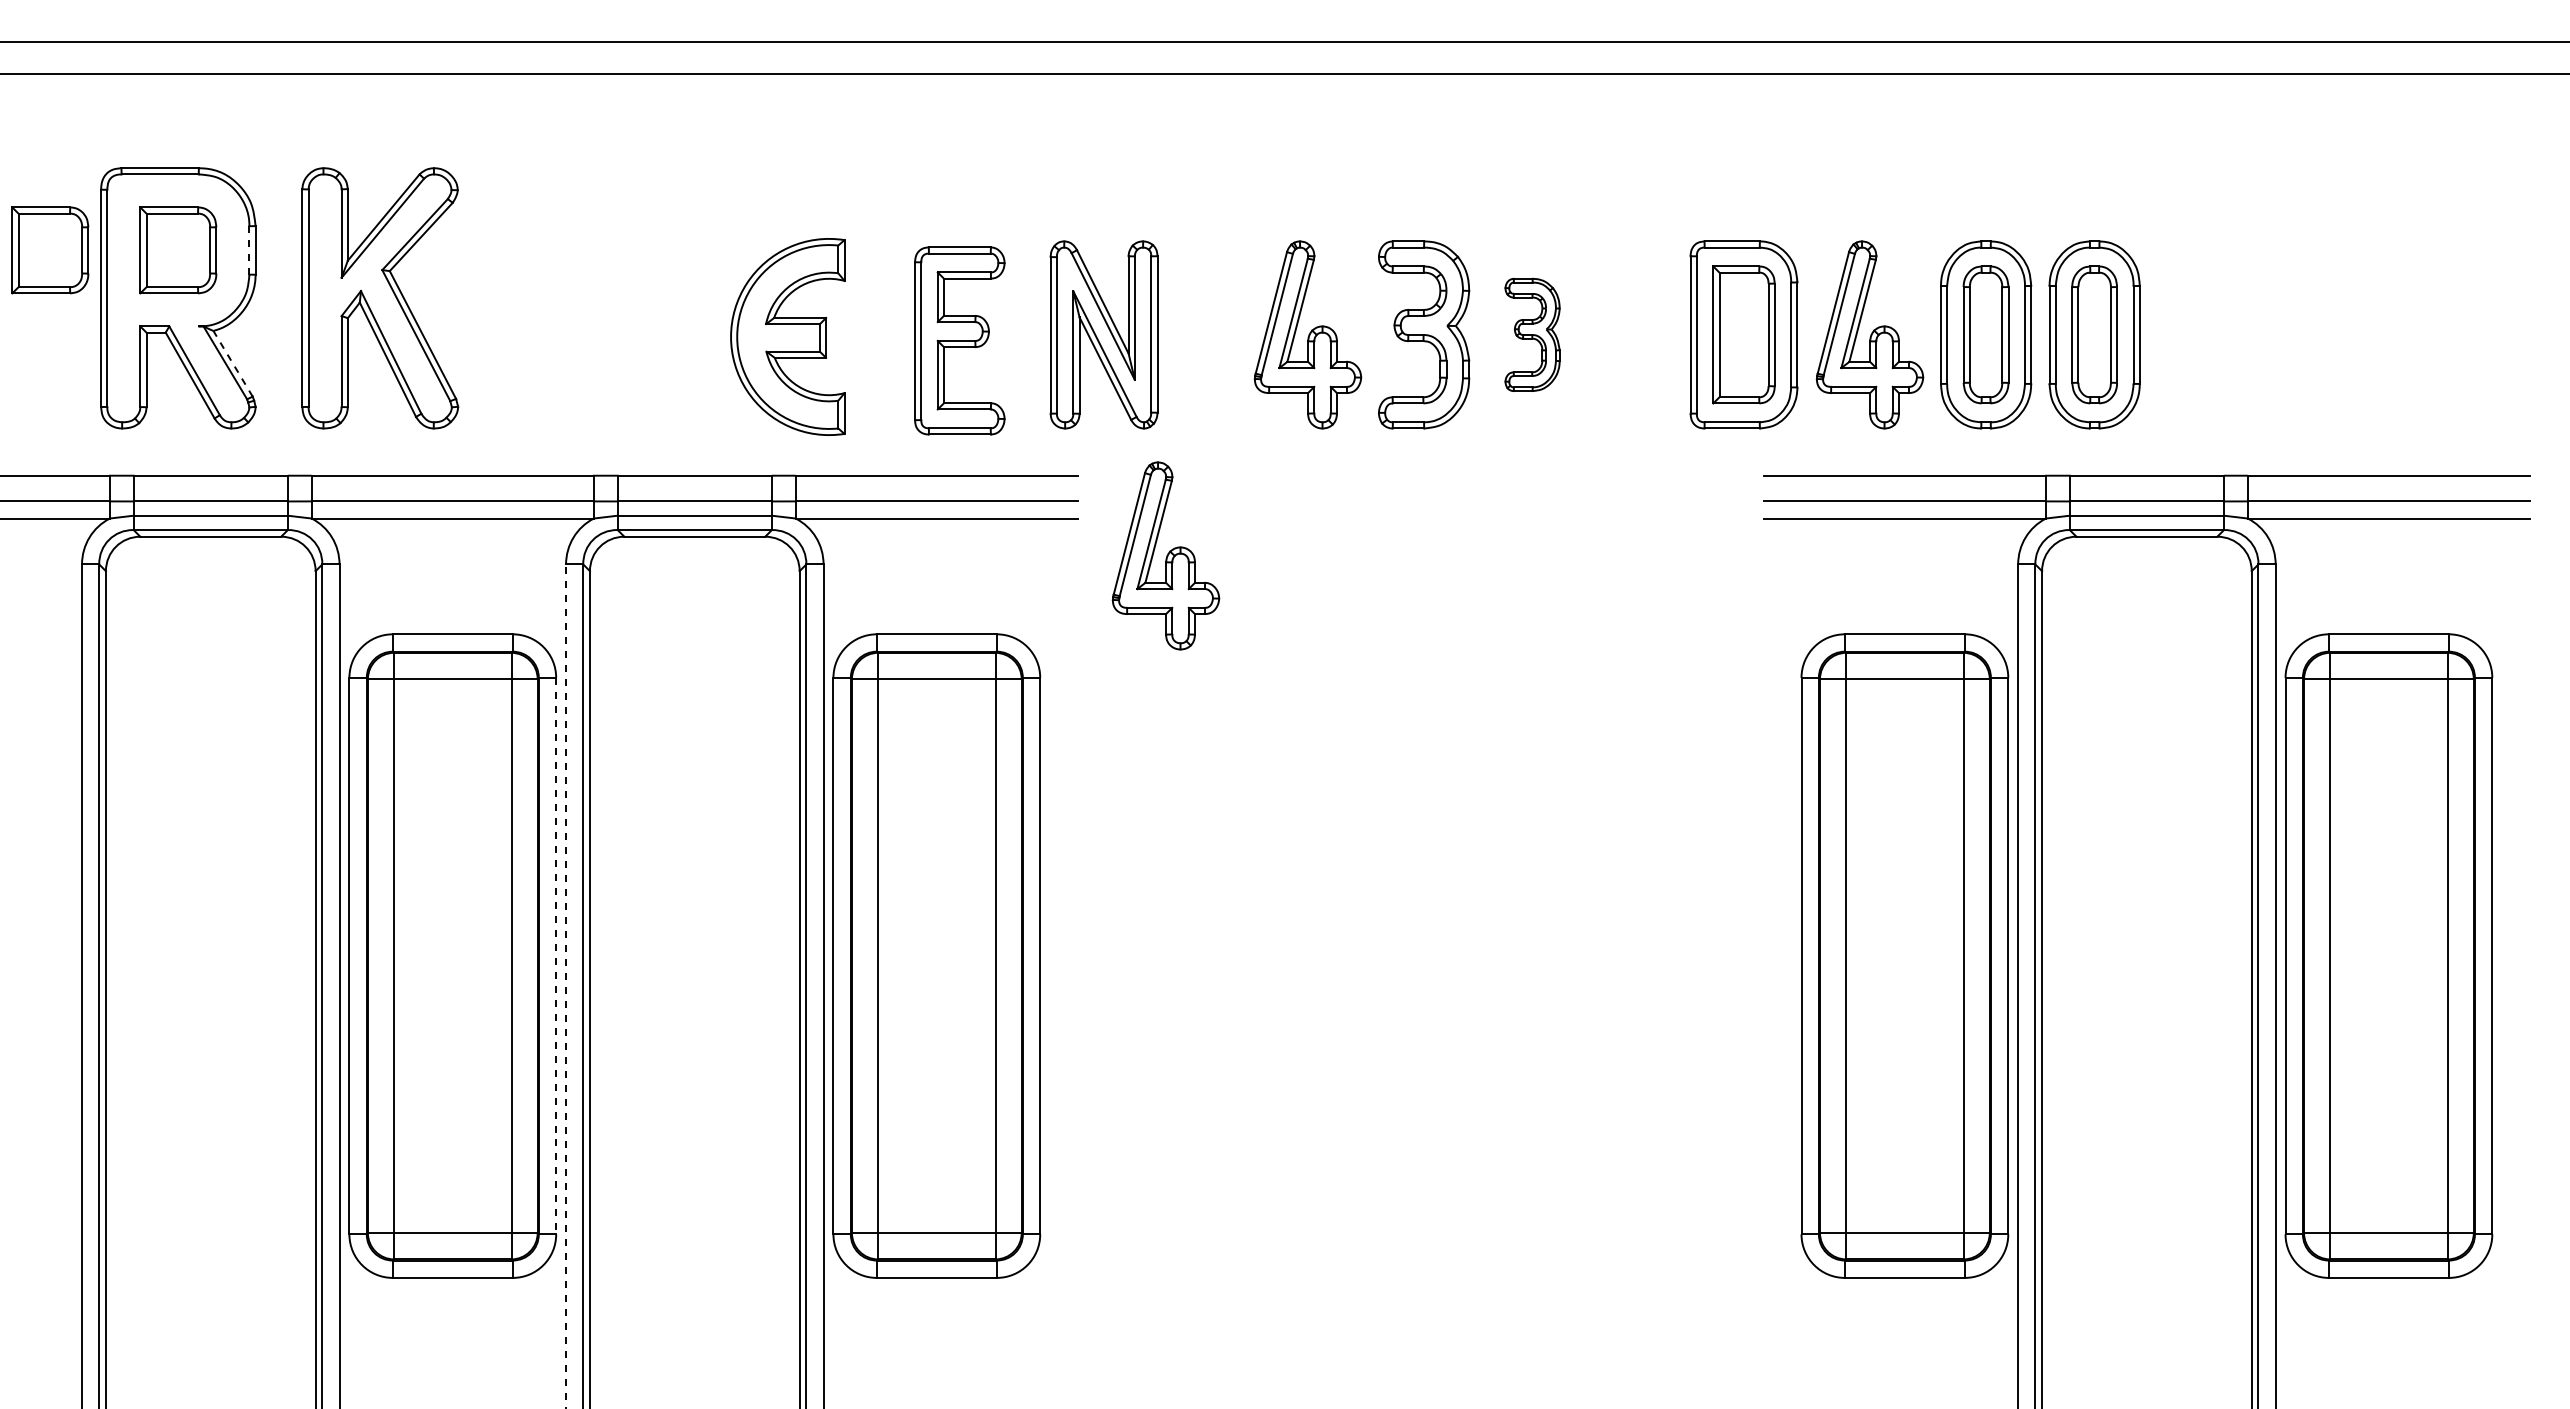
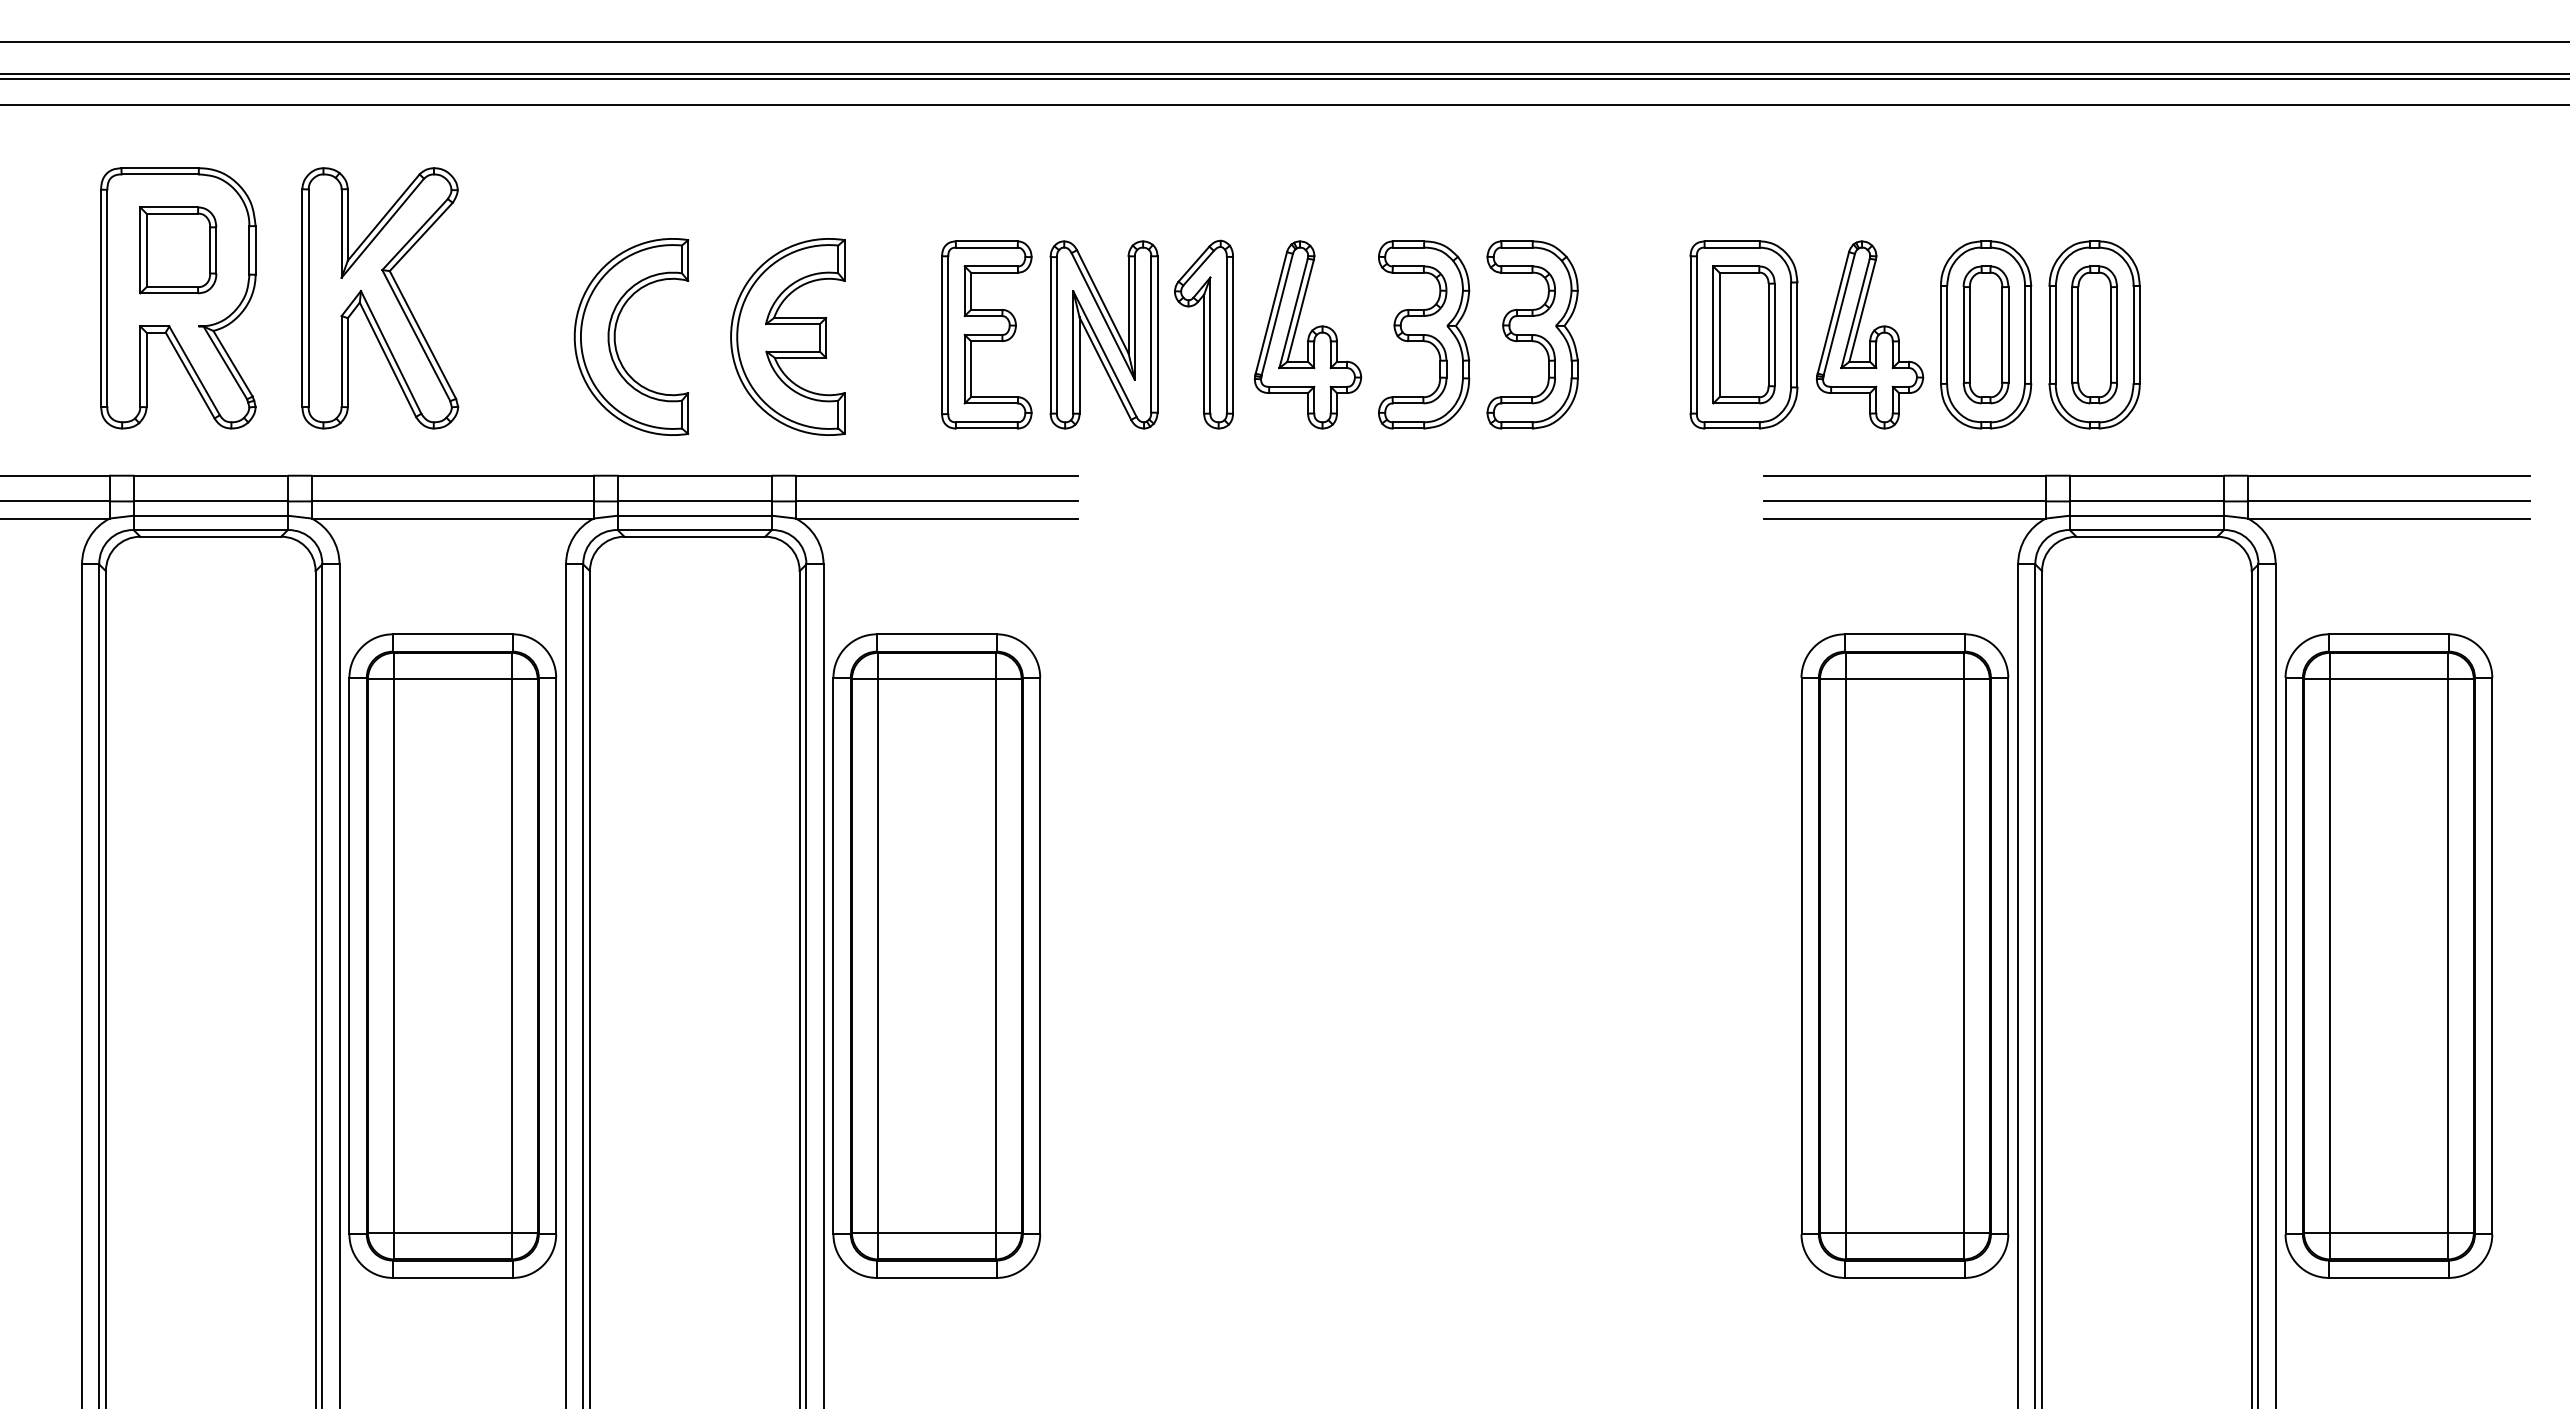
line at (1284, 79): none -> present
line at (1284, 105): none -> present
part at (50, 250): present -> none
line at (249, 250): dashed -> solid
part at (1203, 334): none -> present
part at (1532, 334) size: 57x115 px -> 93x190 px
part at (615, 336): none -> present
part at (959, 340) position: (959, 340) -> (986, 334)
line at (232, 363): dashed -> solid
part at (1165, 555): present -> none
line at (556, 956): dashed -> solid
line at (566, 986): dashed -> solid
